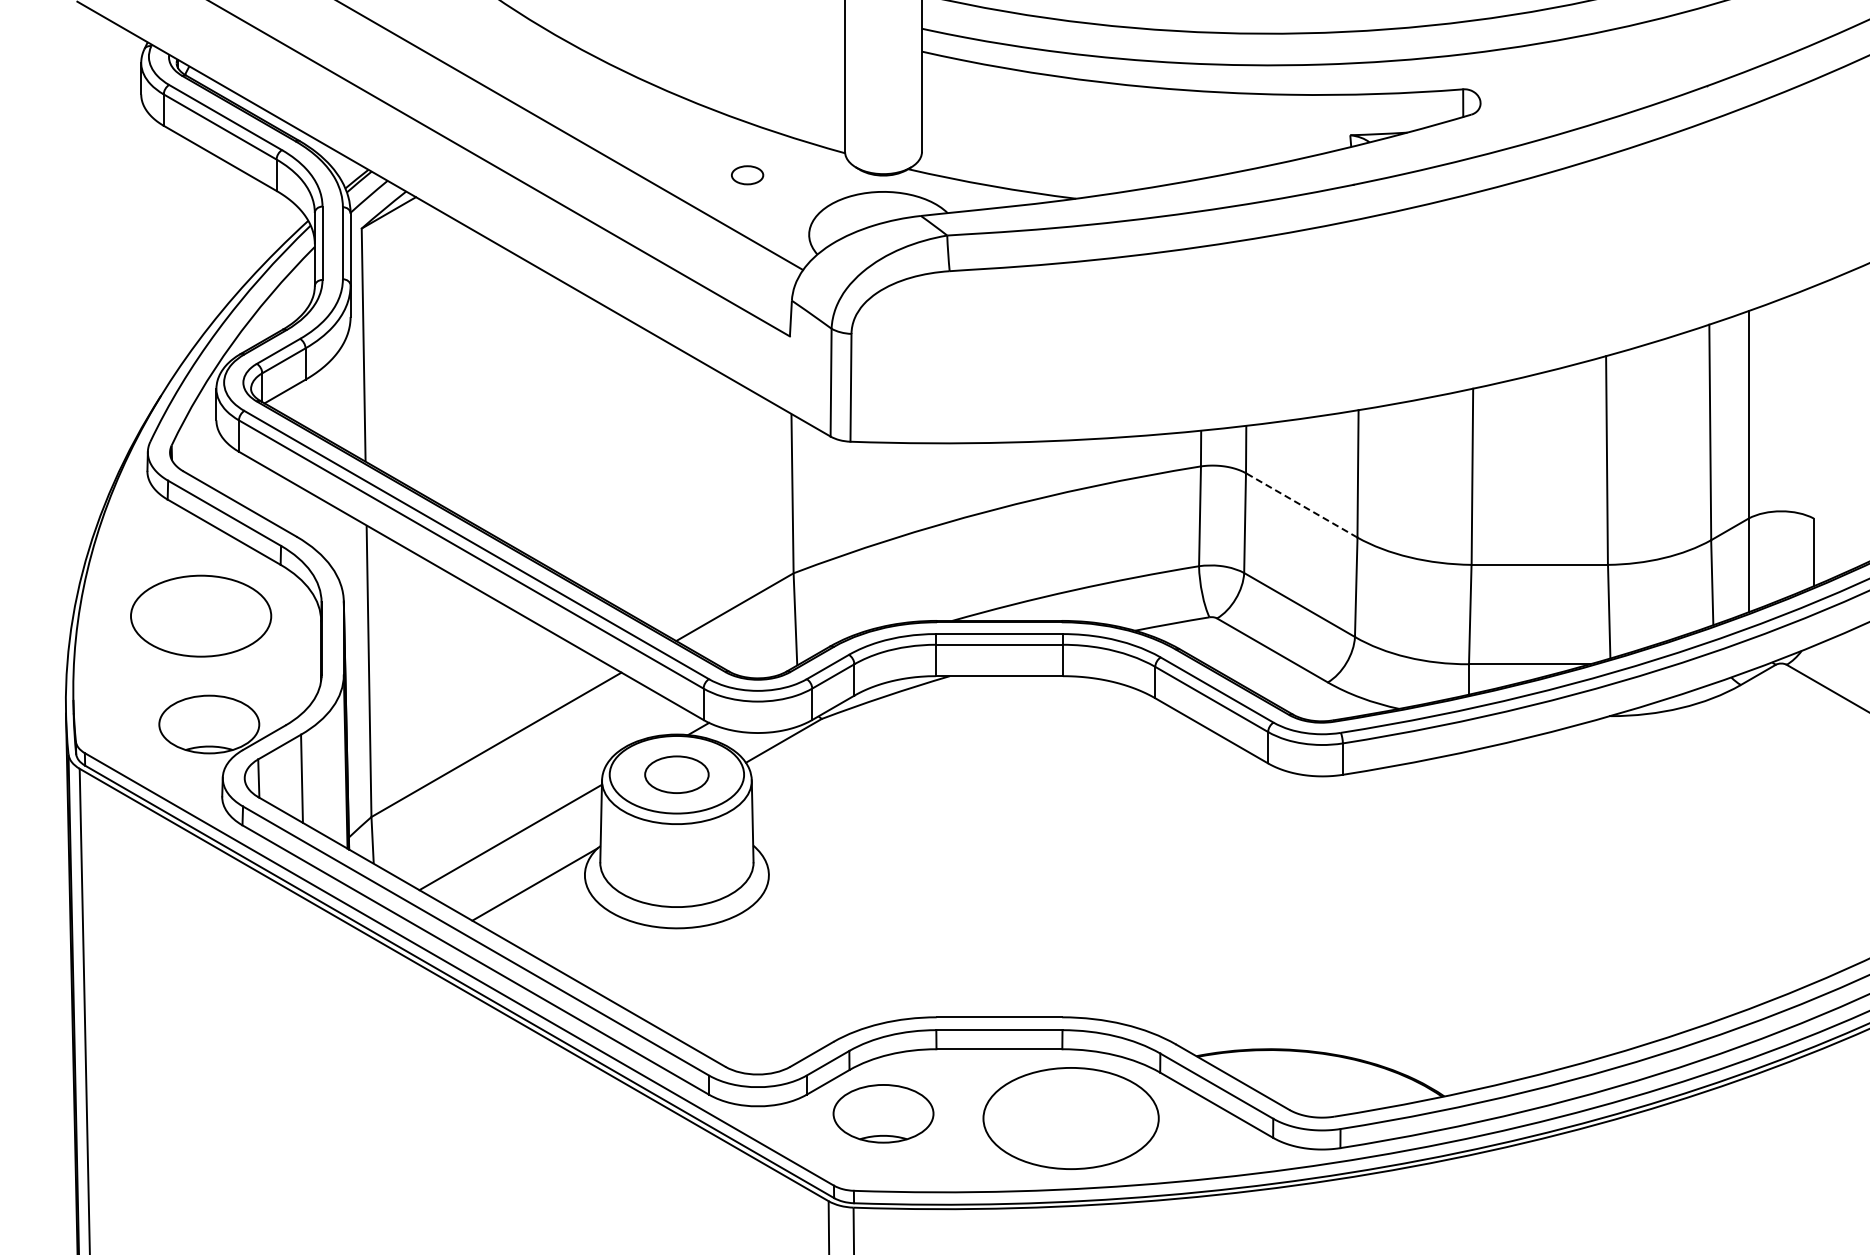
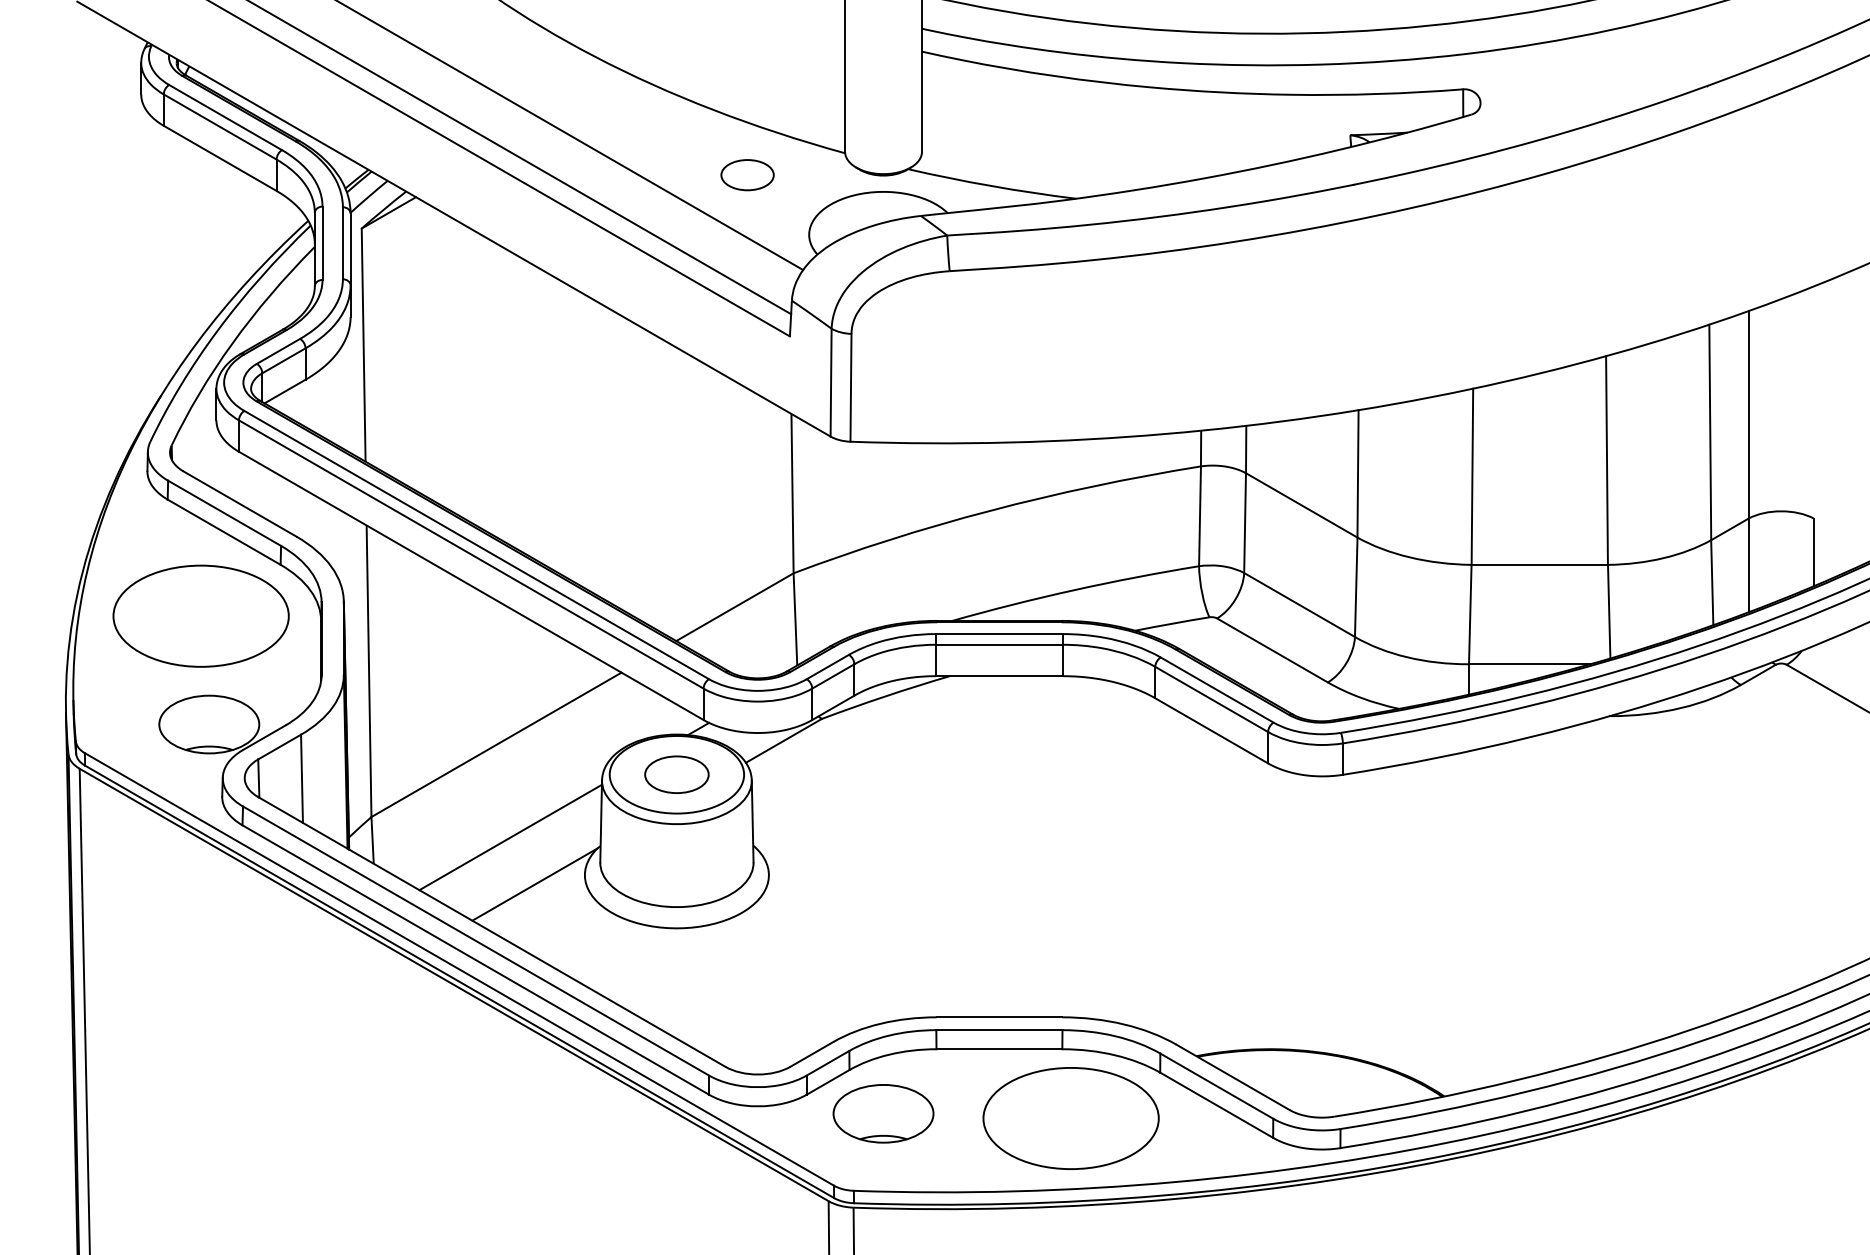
line at (520, 158): none -> present
part at (747, 175) size: 34x21 px -> 55x33 px
line at (1301, 505): dashed -> solid
part at (201, 615) size: 143x84 px -> 178x104 px
